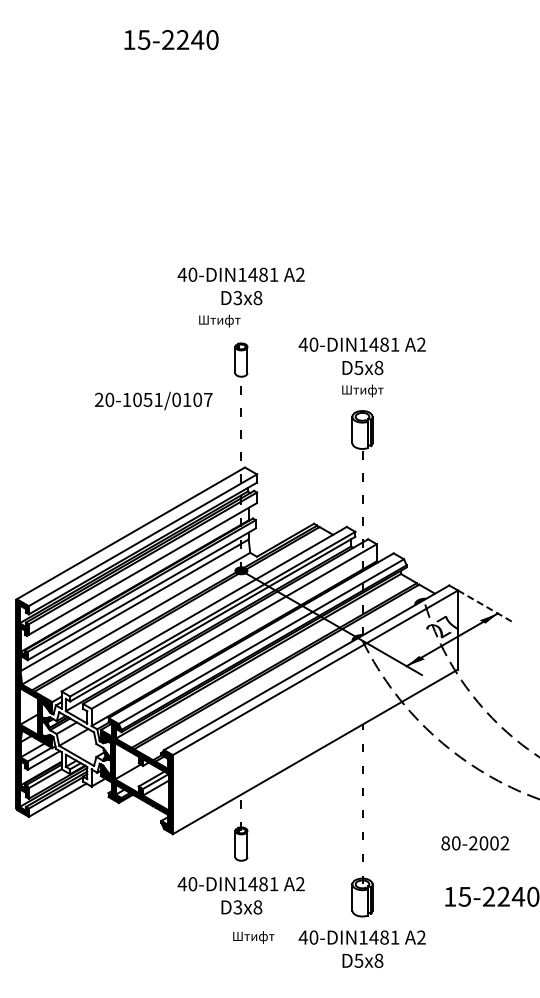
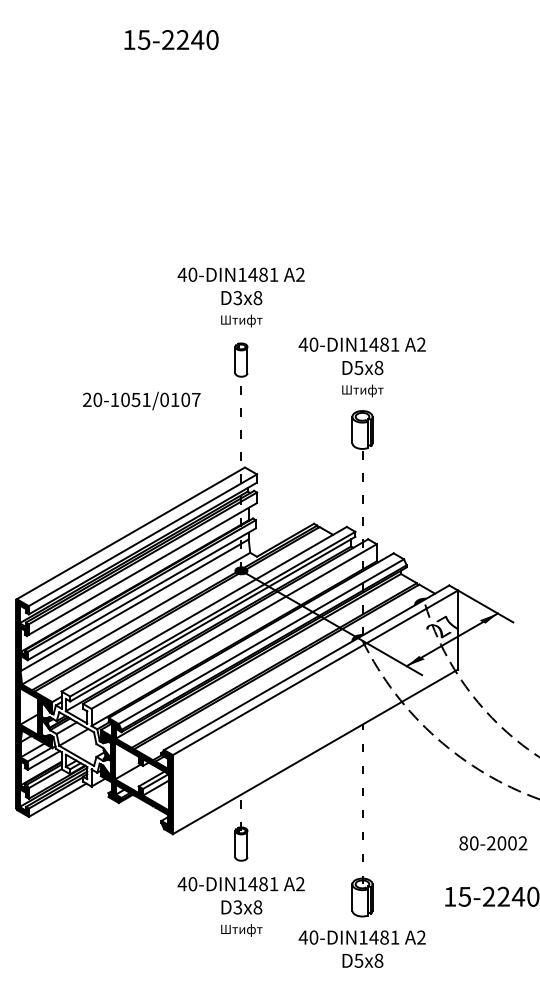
text at (219, 320) position: (219, 320) -> (241, 320)
text at (153, 400) position: (153, 400) -> (141, 400)
line at (485, 606): dashed -> solid
text at (475, 843) position: (475, 843) -> (493, 843)
text at (253, 937) position: (253, 937) -> (241, 930)
